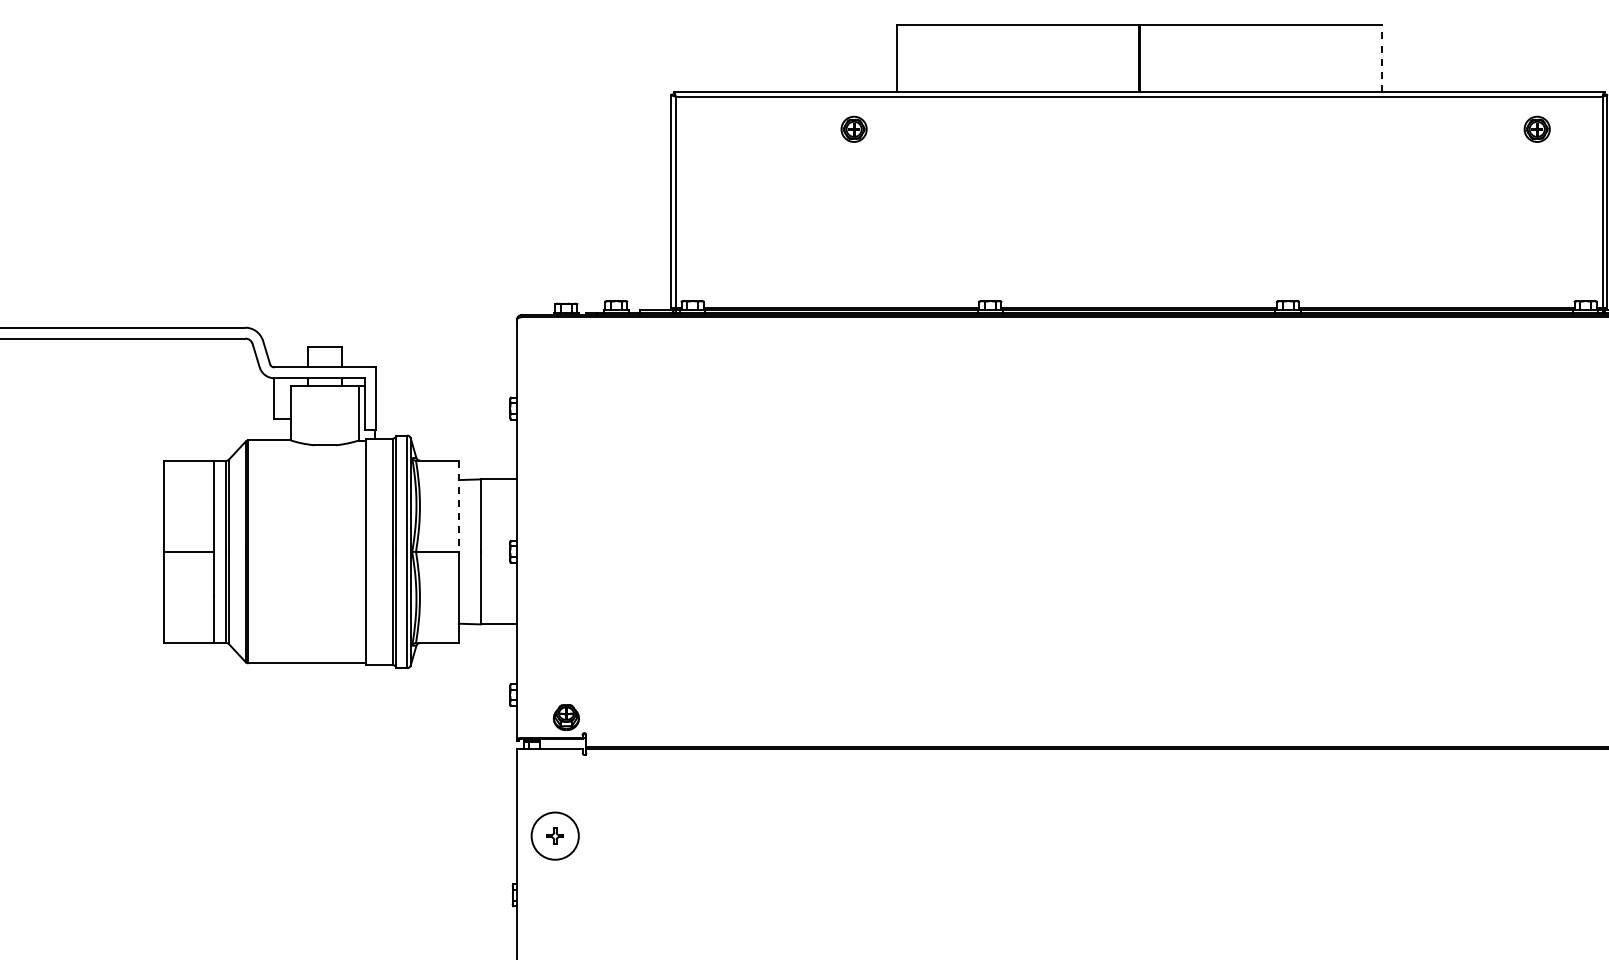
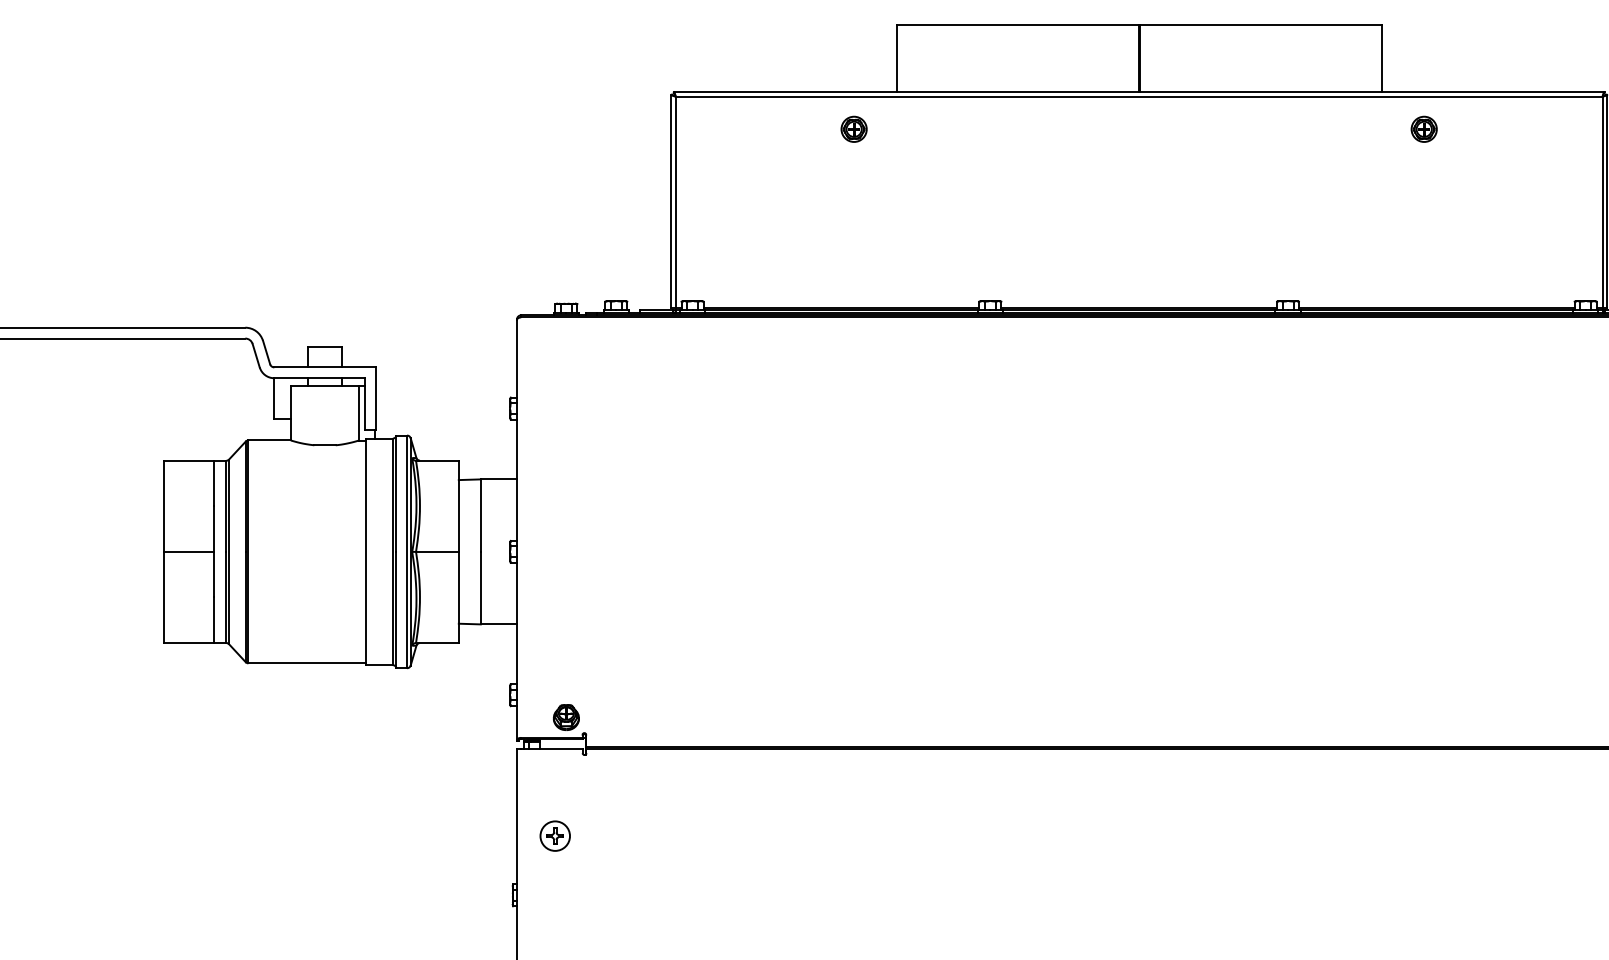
line at (1381, 58): dashed -> solid
part at (1536, 128) position: (1536, 128) -> (1423, 128)
line at (458, 506): dashed -> solid
circle at (554, 835) diameter: 47 px -> 30 px
